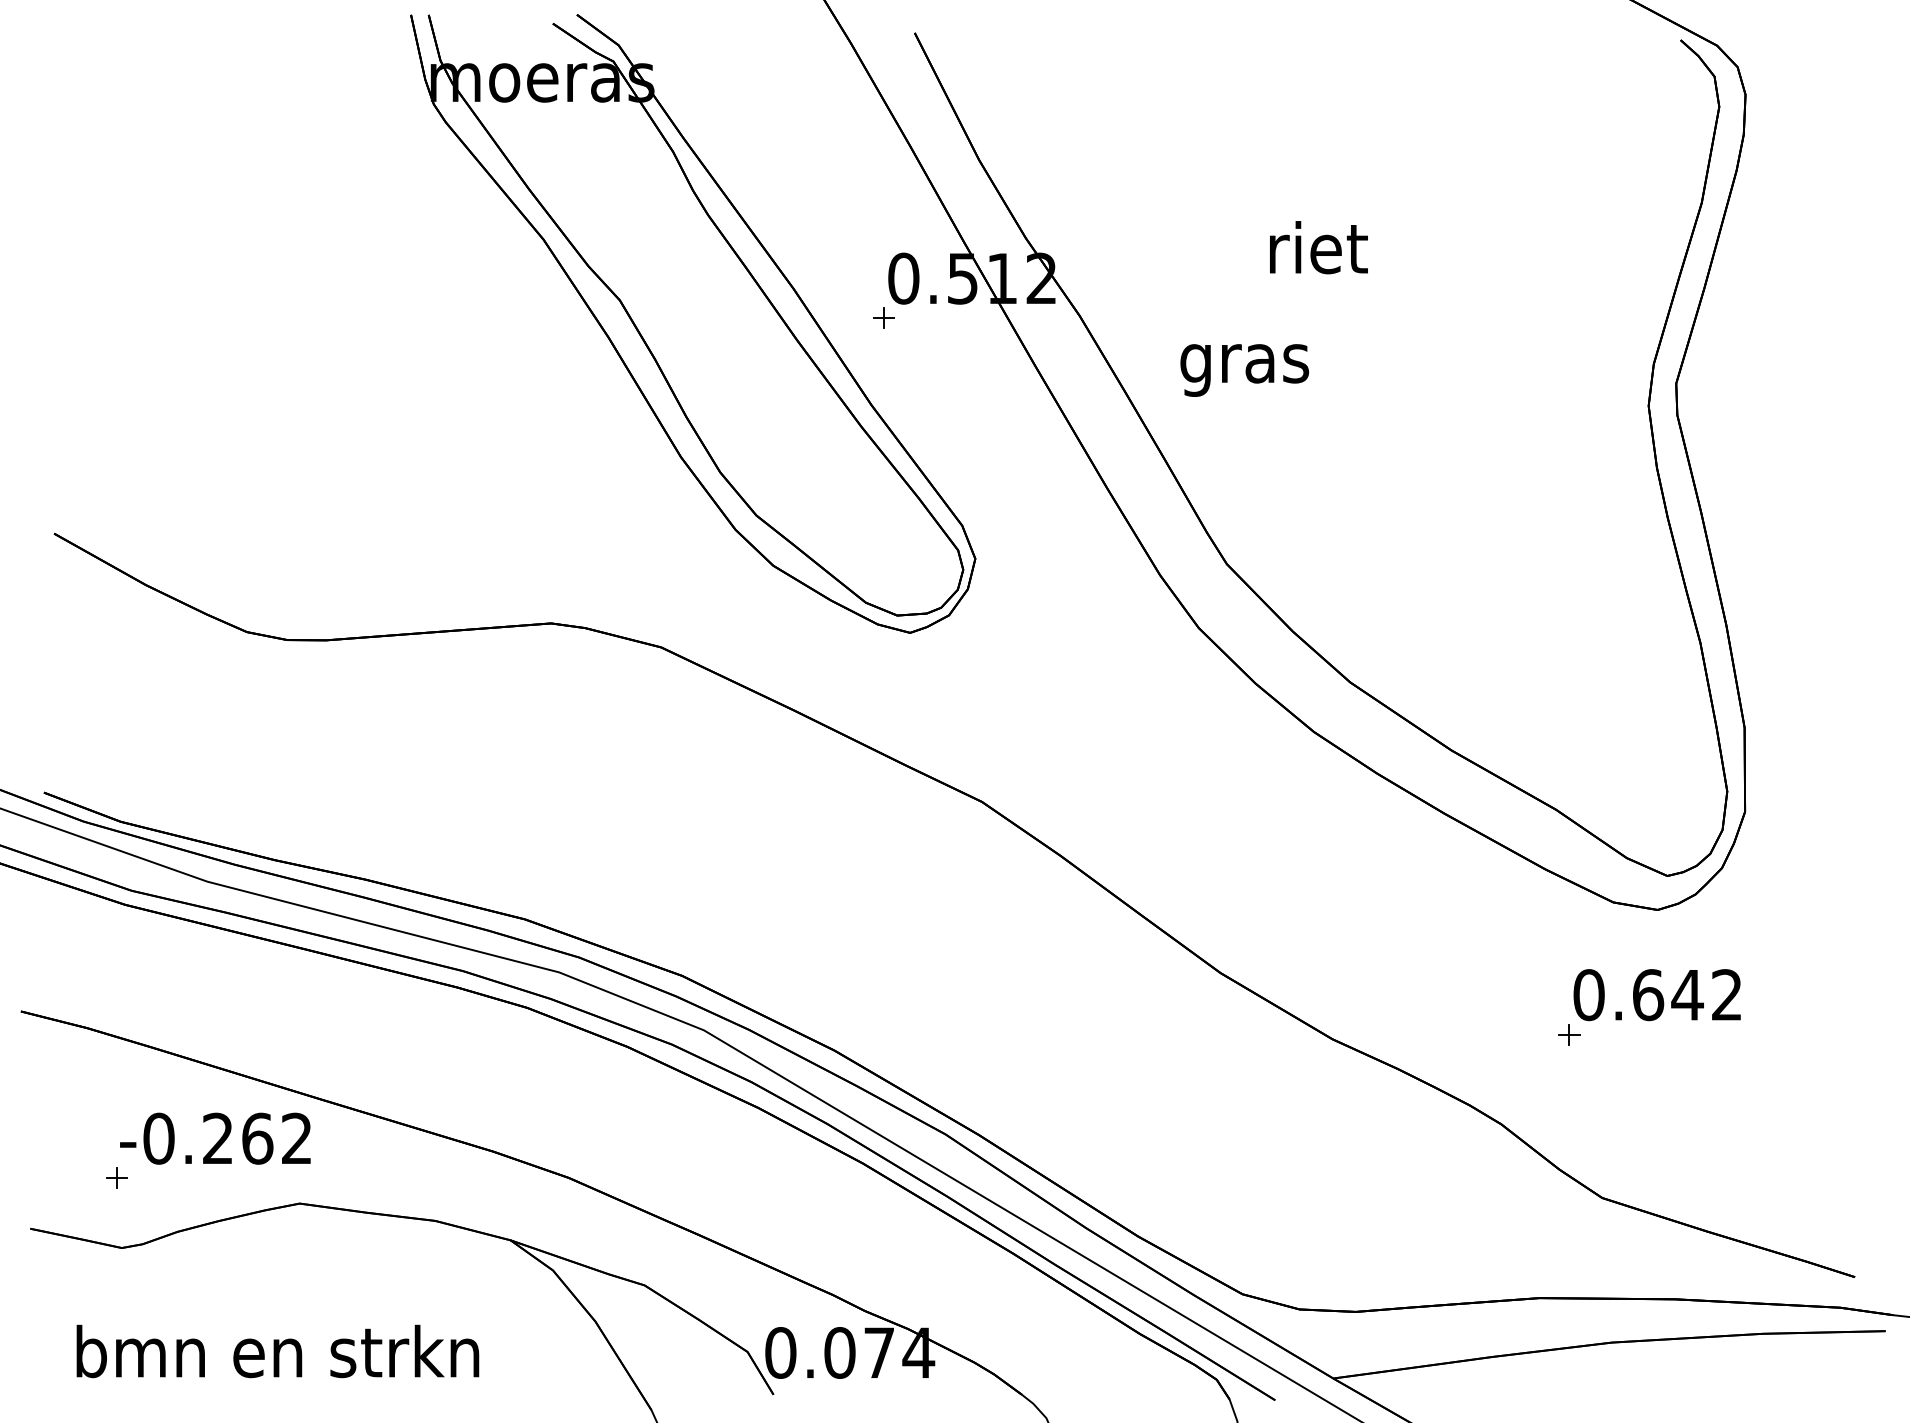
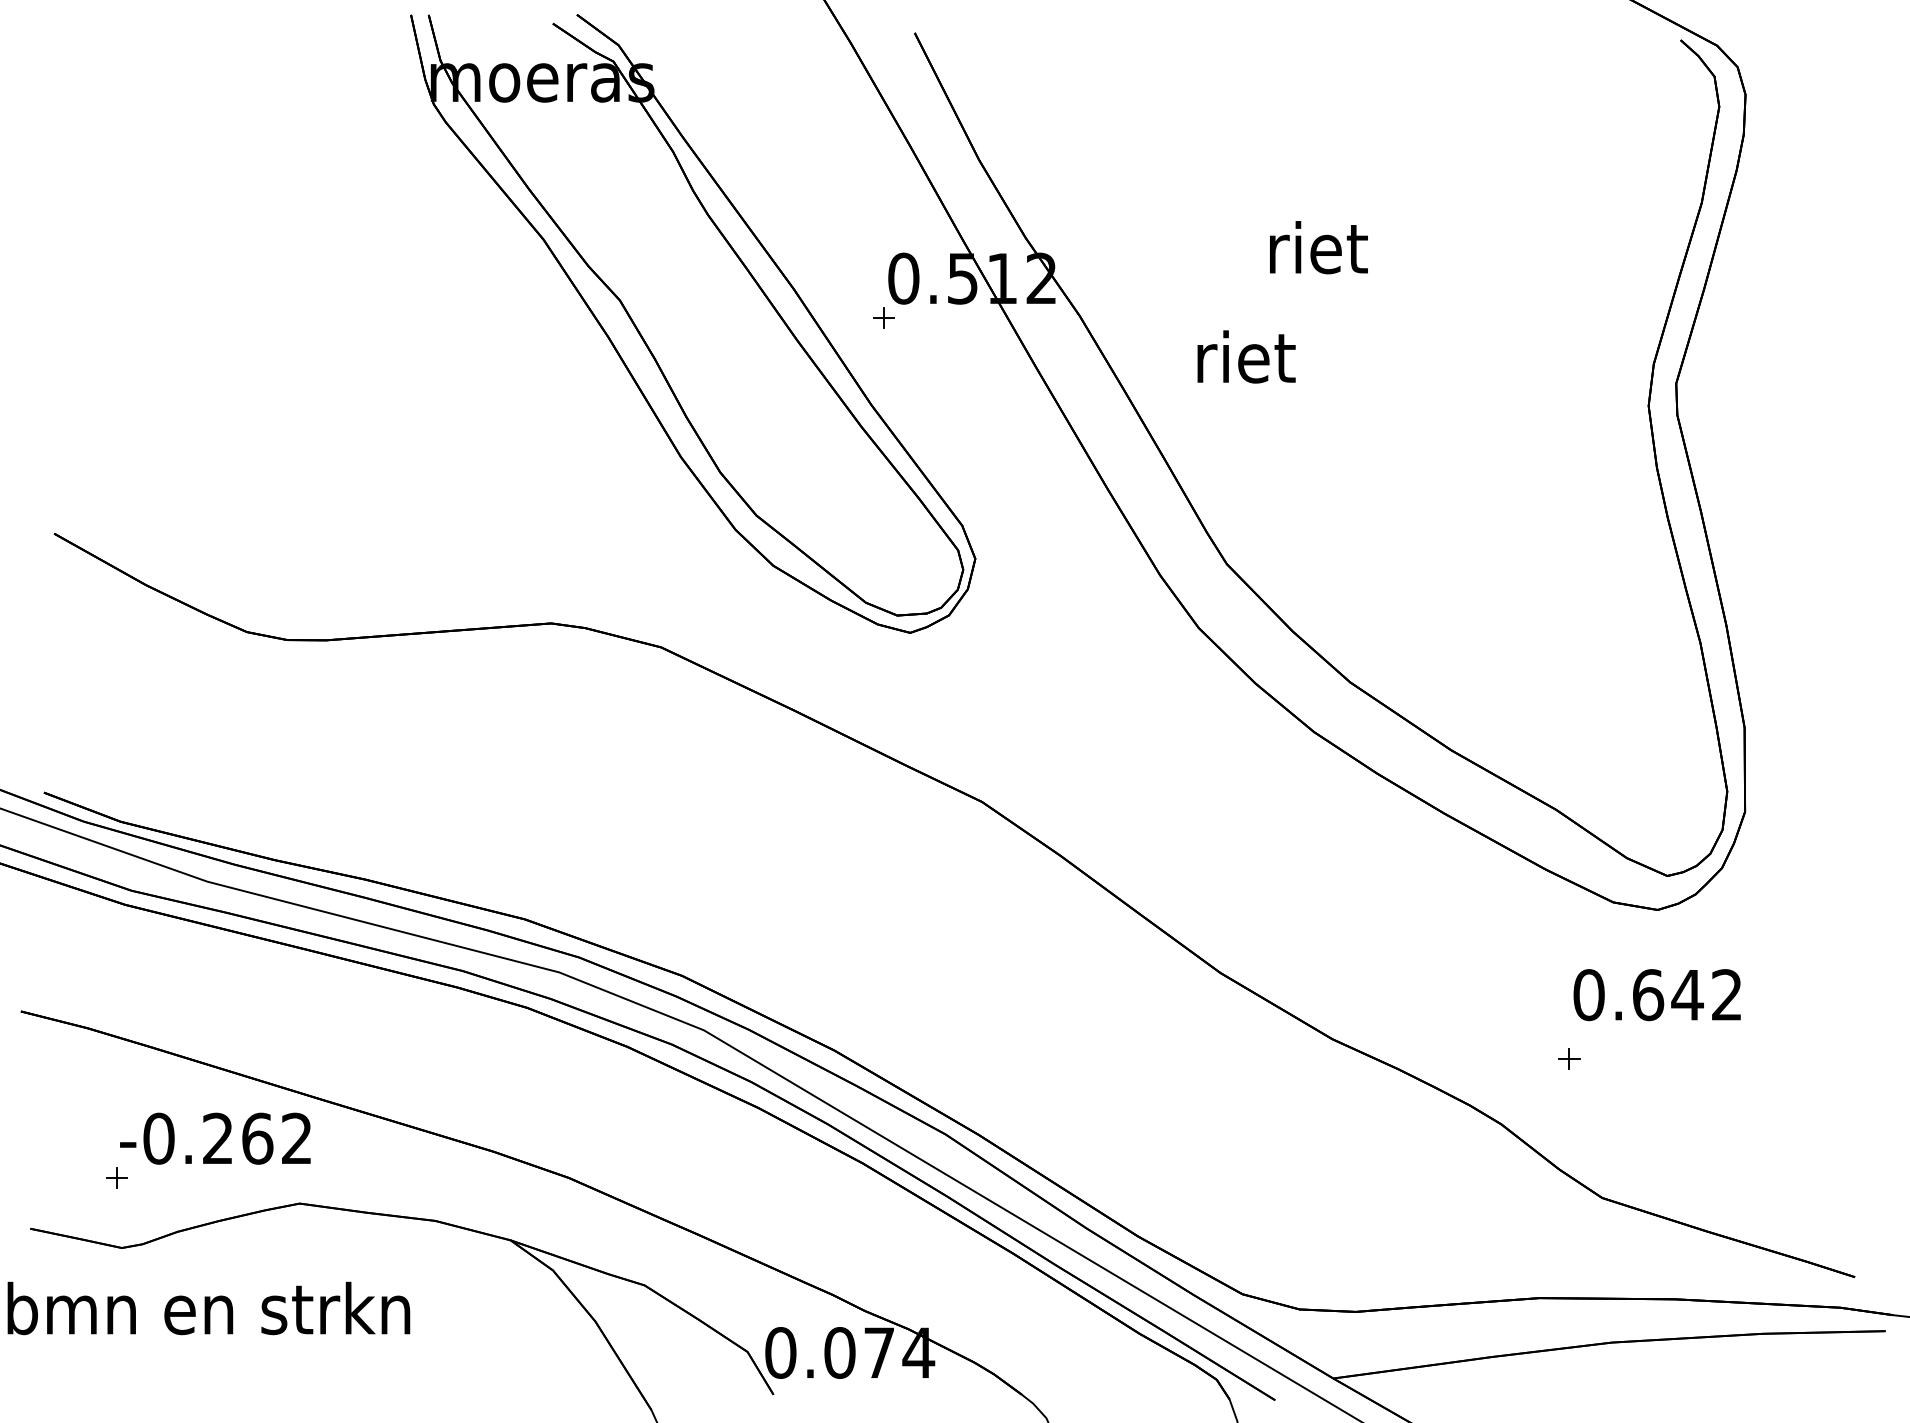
text at (1244, 363): gras -> riet
part at (1569, 1034) position: (1569, 1034) -> (1569, 1058)
text at (277, 1351) position: (277, 1351) -> (208, 1308)
